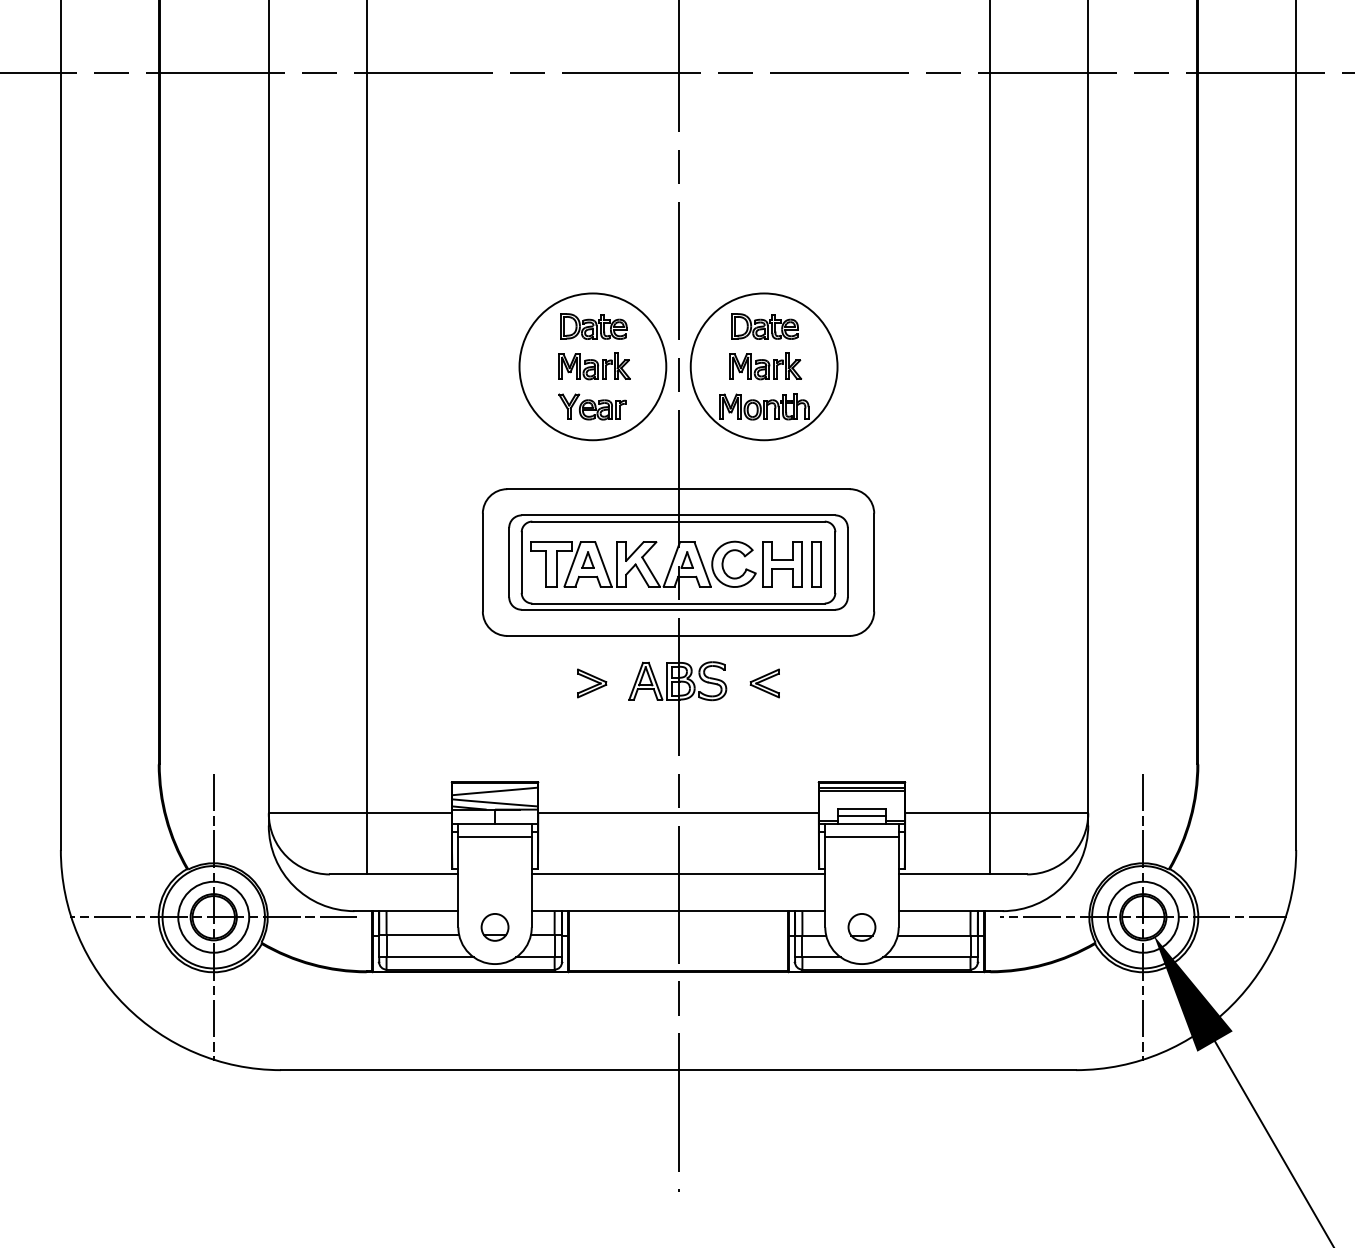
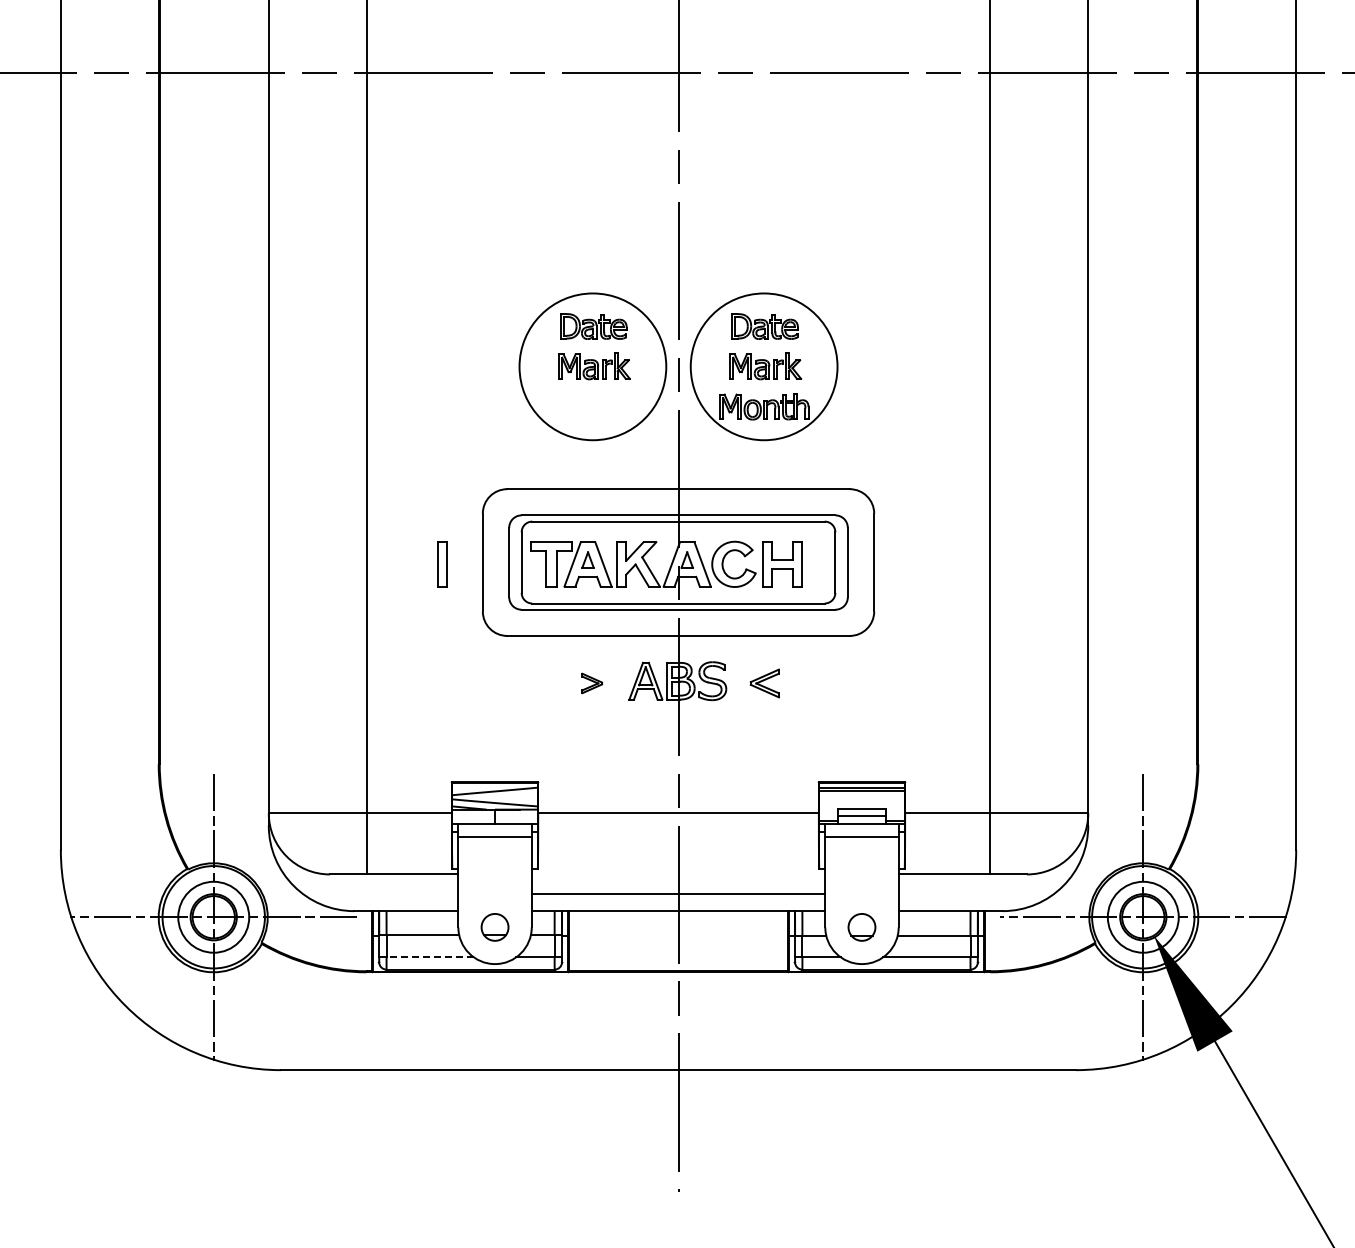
part at (592, 406): present -> none
part at (816, 564) position: (816, 564) -> (442, 564)
part at (592, 683) size: 31x31 px -> 23x23 px
line at (678, 874) position: (678, 874) -> (678, 894)
line at (430, 957): solid -> dashed
